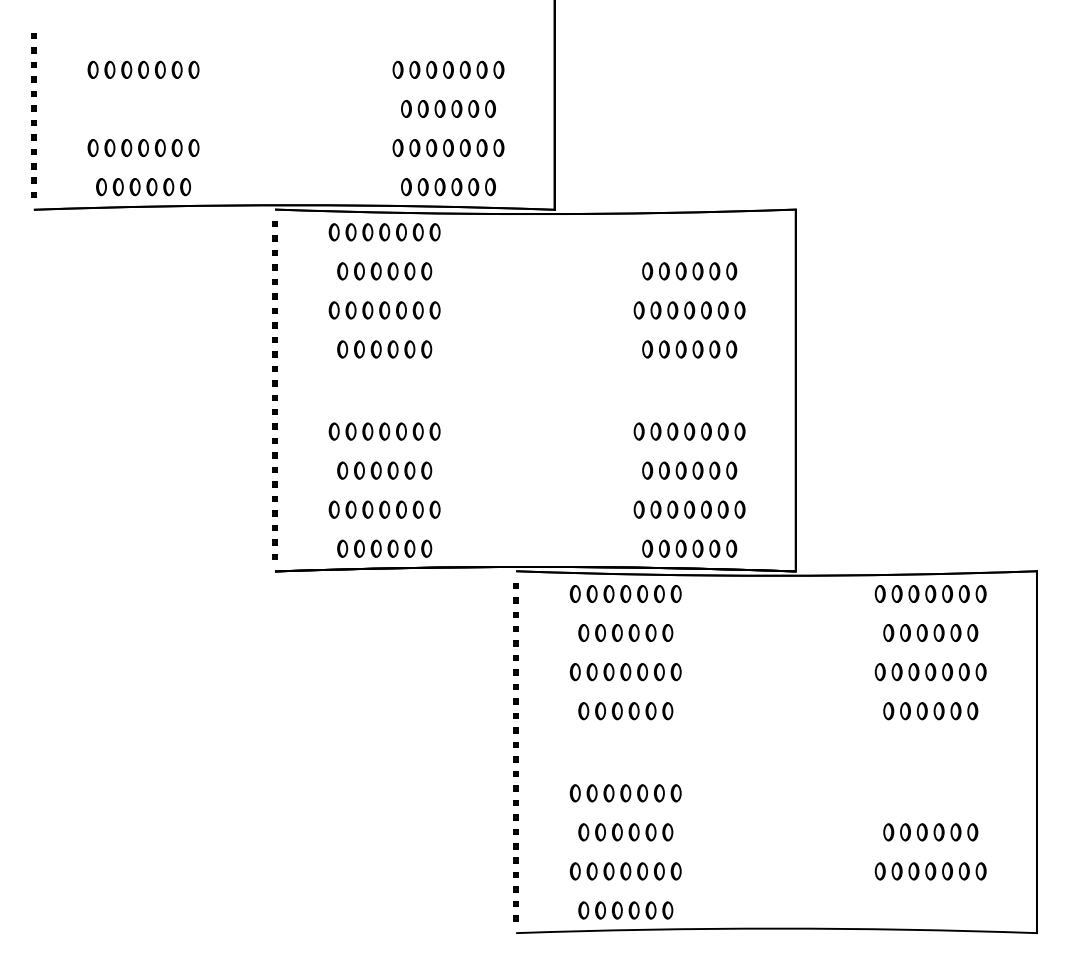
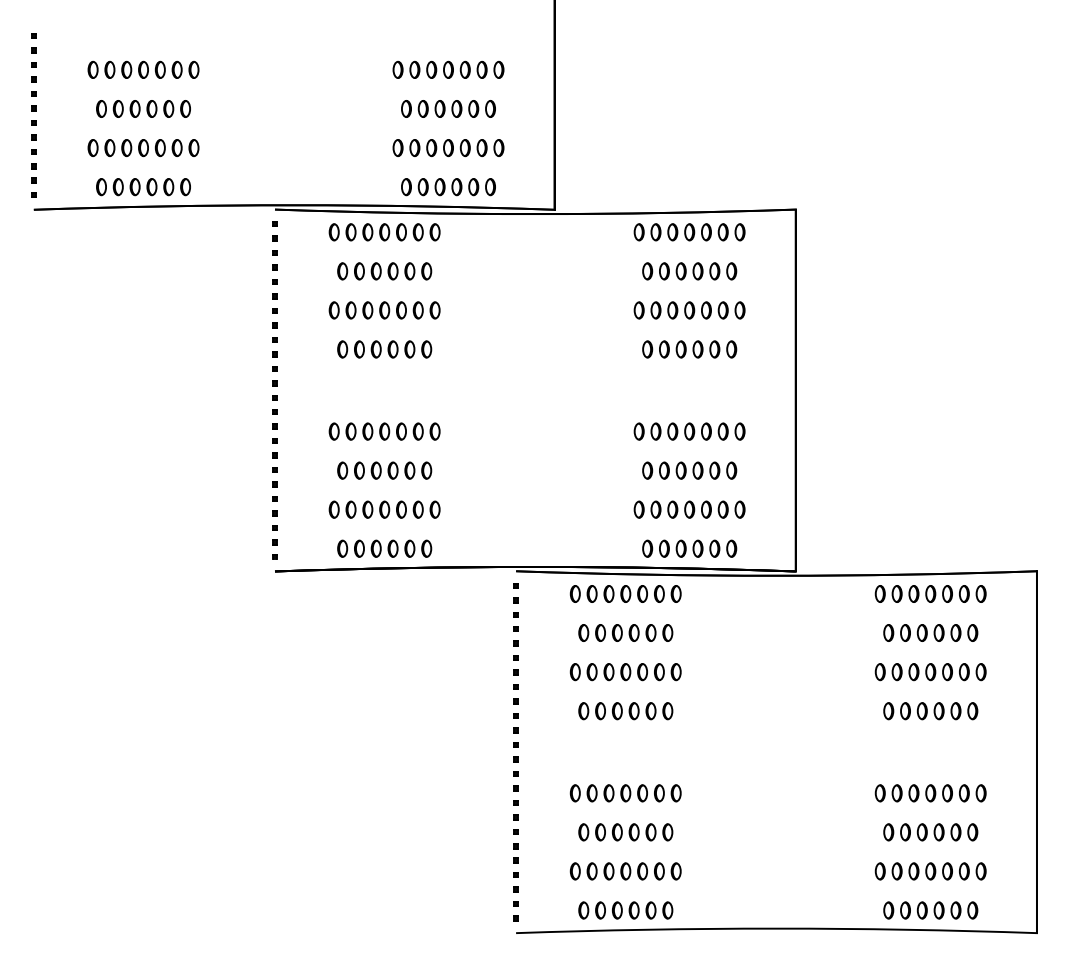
part at (143, 108): none -> present
part at (689, 232): none -> present
part at (930, 793): none -> present
part at (930, 910): none -> present
